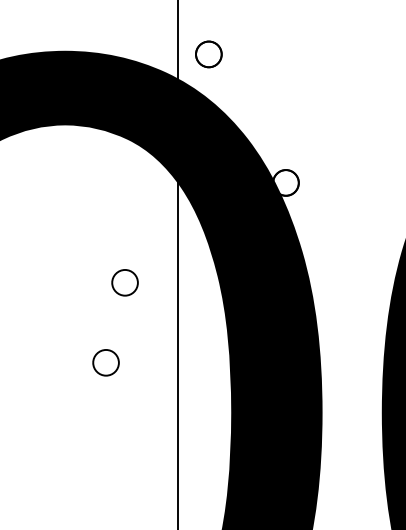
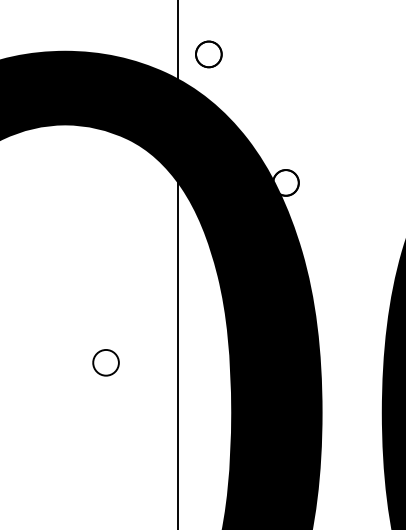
part at (124, 282): present -> none
